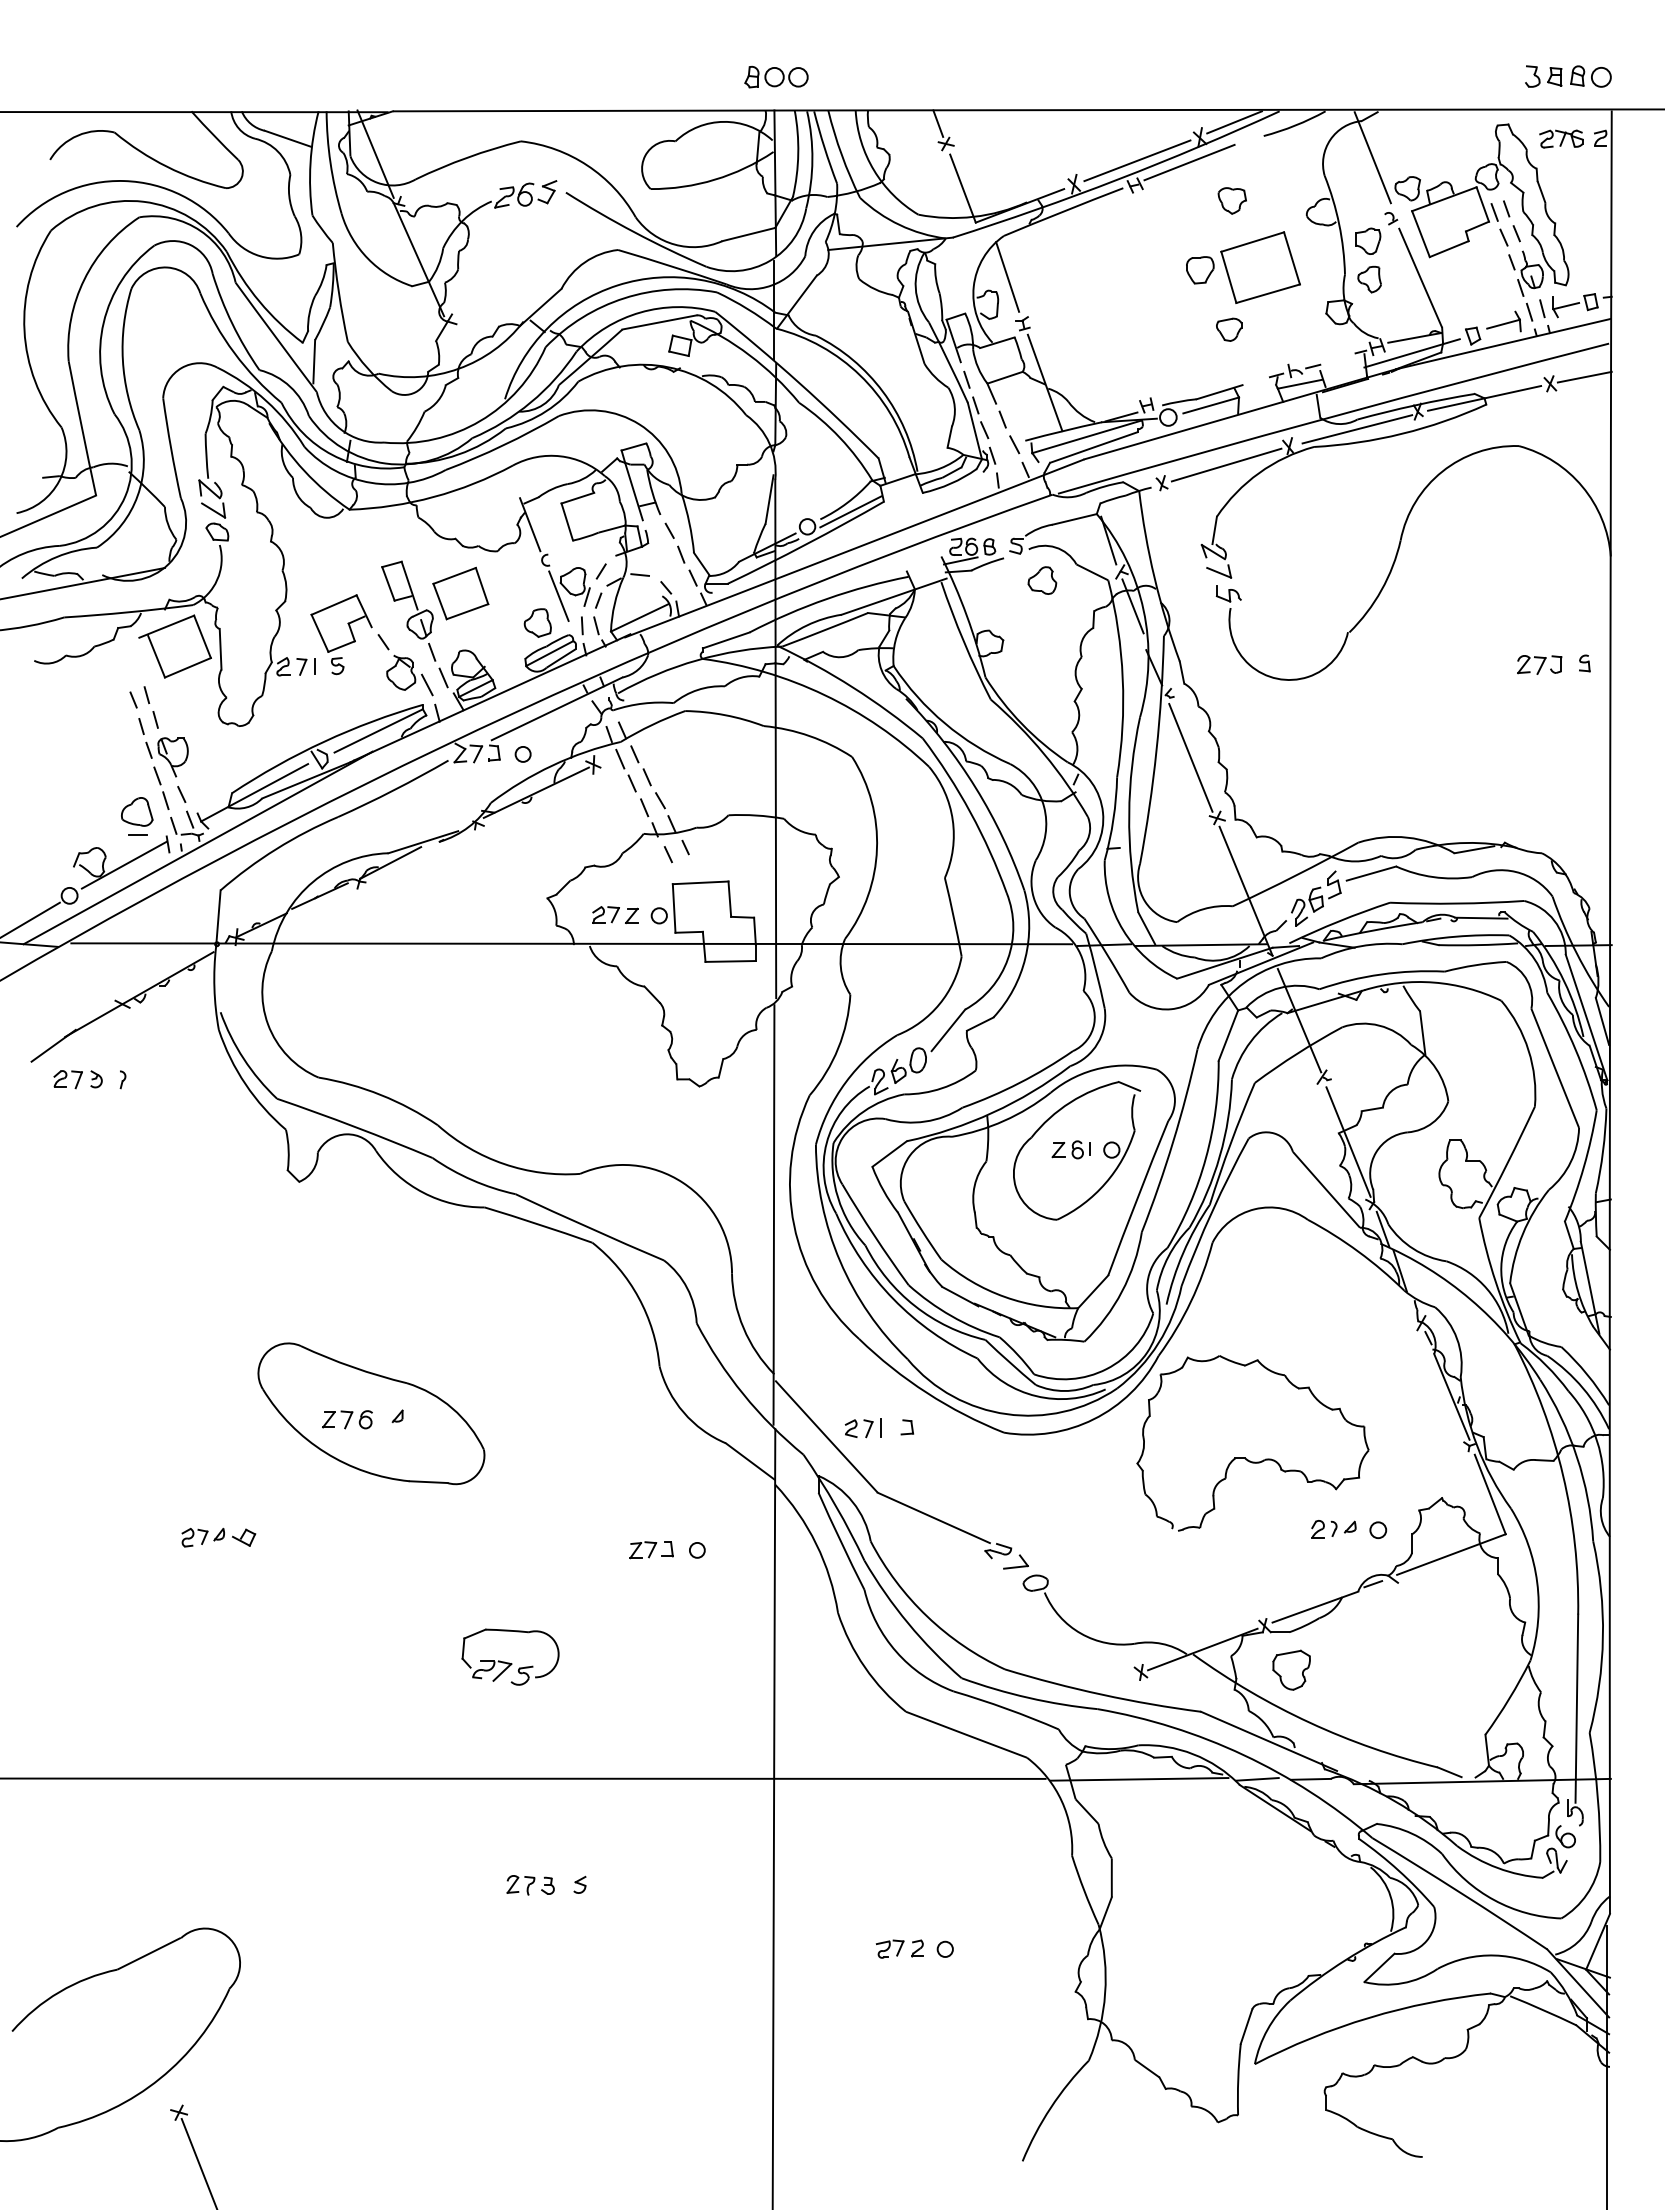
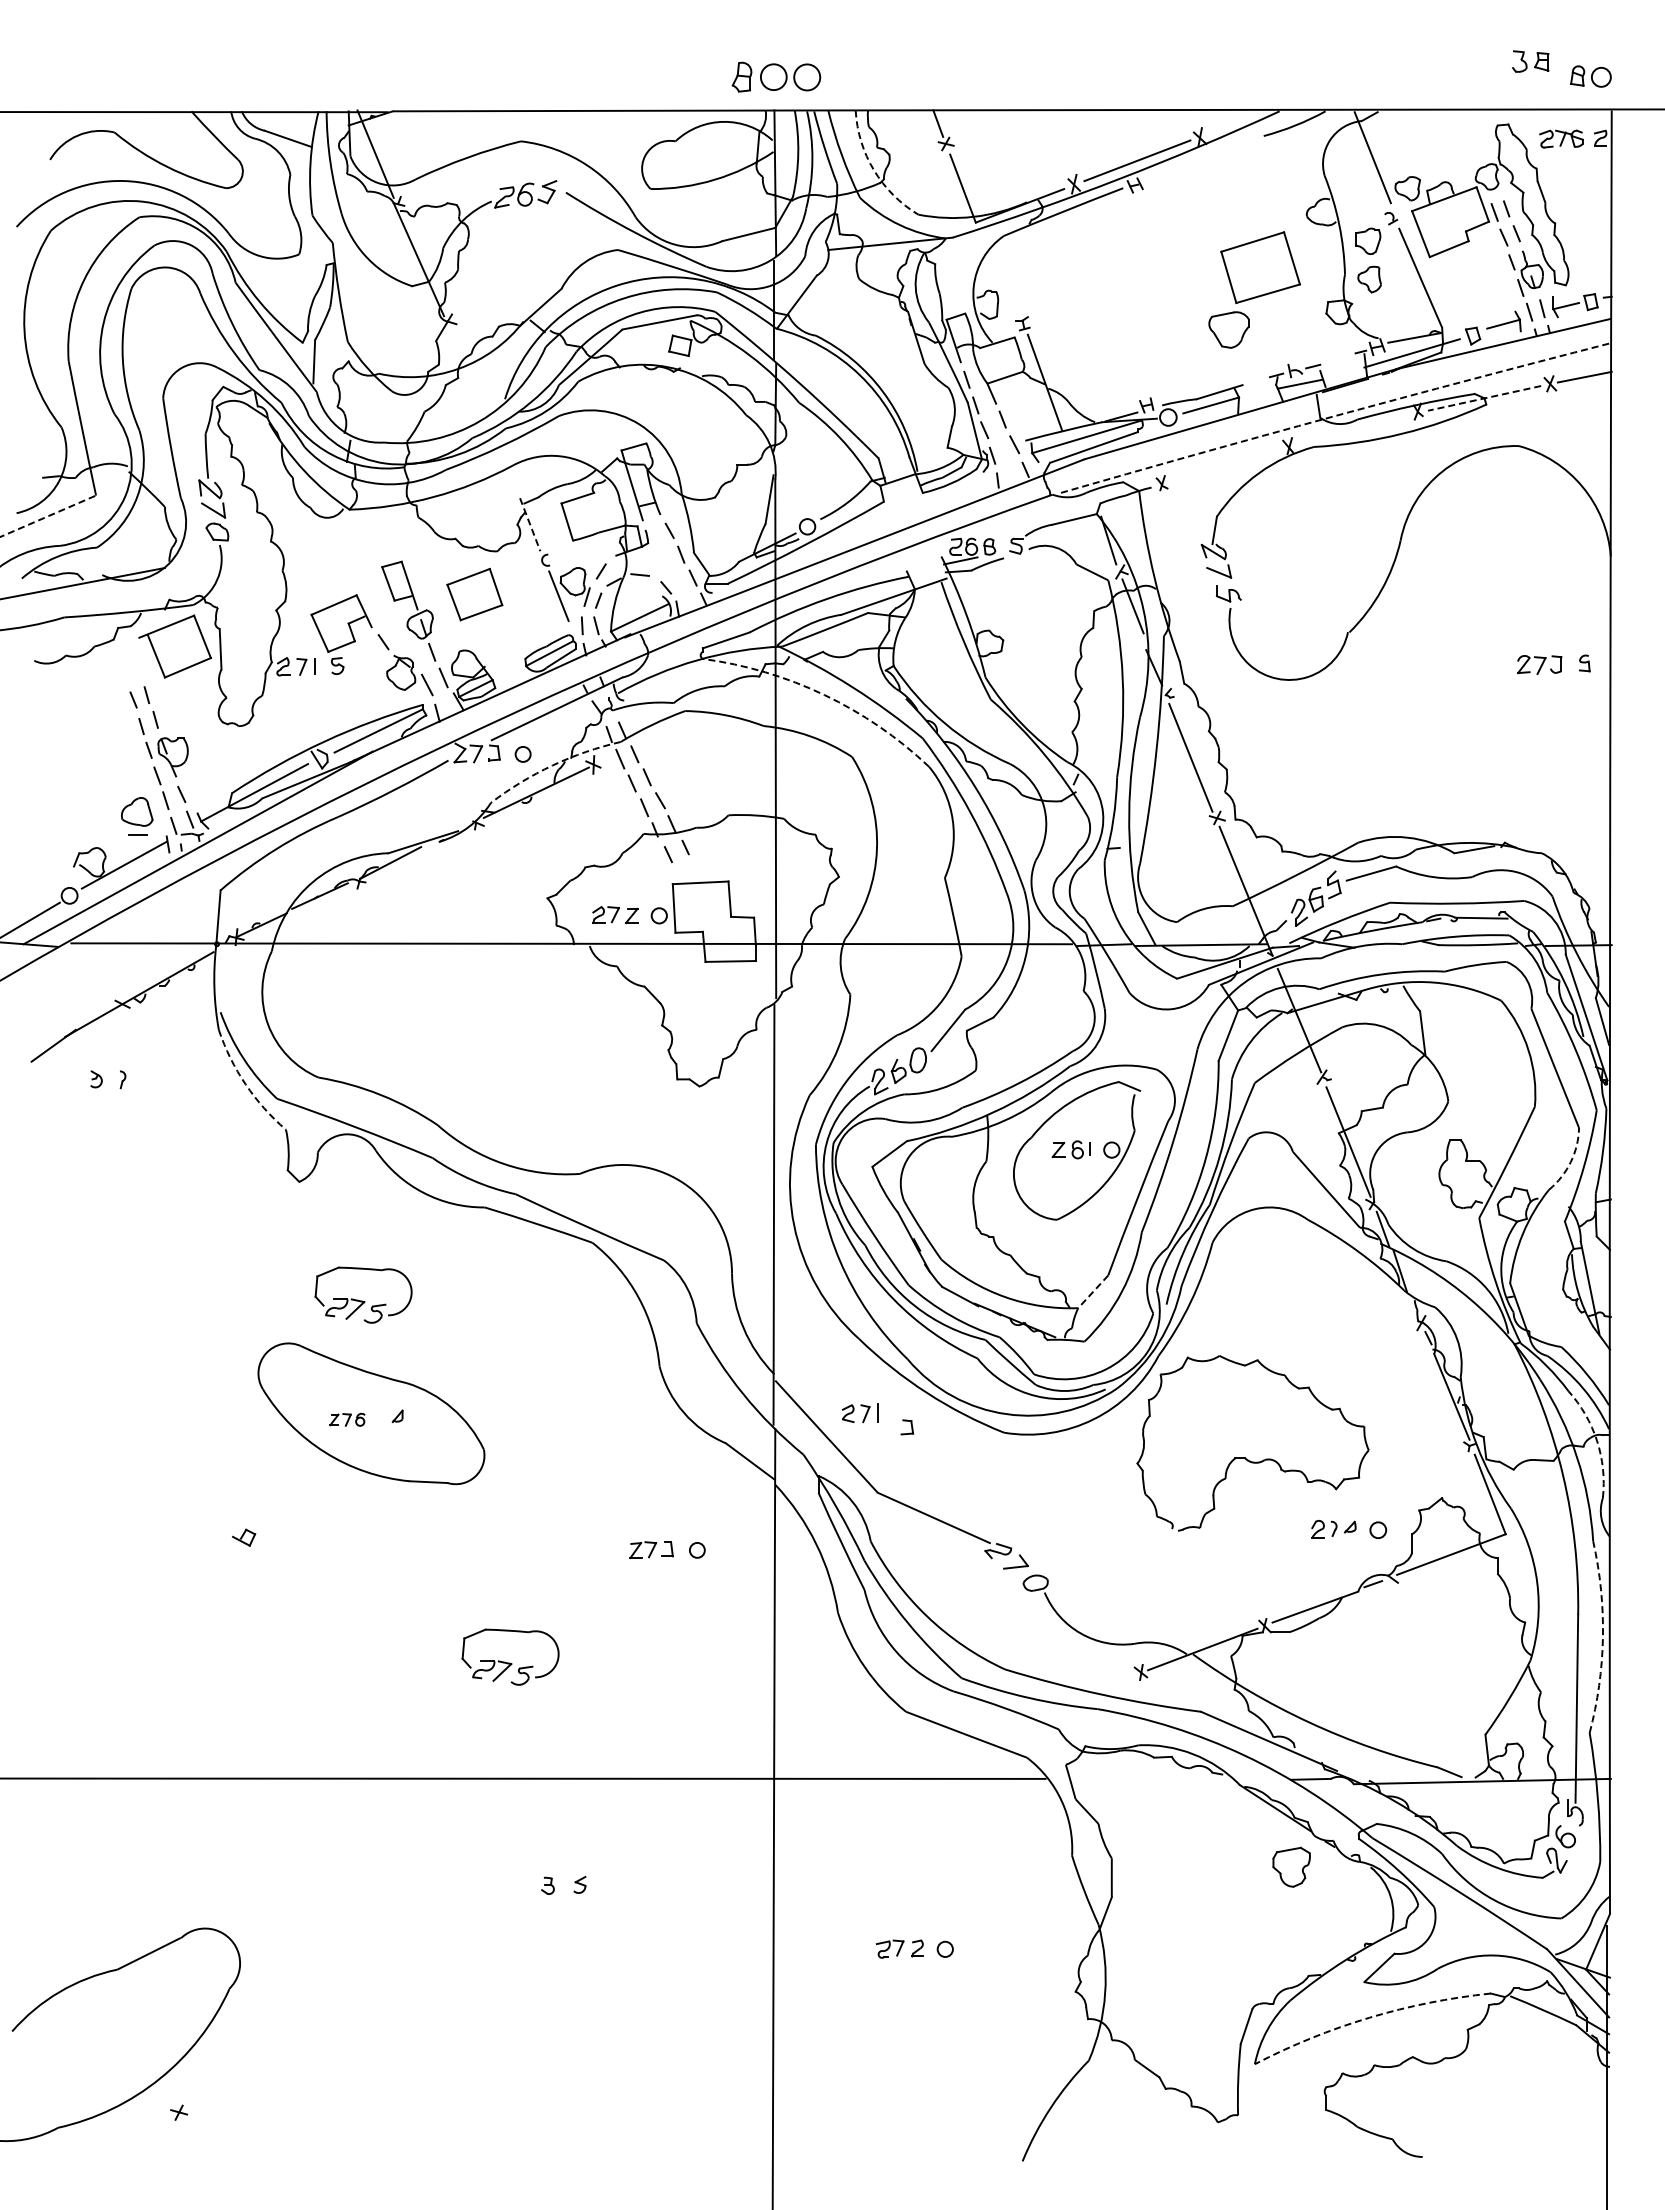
part at (776, 76) size: 65x24 px -> 91x32 px
part at (1543, 76) position: (1543, 76) -> (1530, 61)
line at (1234, 122): present -> none
line at (1189, 162): present -> none
arc at (874, 170): solid -> dashed
part at (1231, 200): present -> none
part at (1200, 270): present -> none
line at (1007, 276): present -> none
part at (1229, 329) size: 27x25 px -> 42x38 px
line at (1484, 398): solid -> dashed
arc at (1332, 416): solid -> dashed
line at (1357, 429): present -> none
line at (1226, 464): present -> none
line at (850, 511): present -> none
line at (48, 516): solid -> dashed
line at (530, 525): solid -> dashed
part at (1042, 580): present -> none
part at (460, 593) position: (460, 593) -> (474, 594)
part at (537, 622): present -> none
arc at (824, 695): solid -> dashed
arc at (552, 765): solid -> dashed
part at (67, 1079): present -> none
arc at (245, 1084): solid -> dashed
arc at (1570, 1162): solid -> dashed
line at (1092, 1292): solid -> dashed
part at (362, 1300): none -> present
part at (347, 1419) size: 51x20 px -> 37x15 px
part at (862, 1428) position: (862, 1428) -> (859, 1413)
arc at (1597, 1440): solid -> dashed
part at (202, 1537): present -> none
arc at (1602, 1637): solid -> dashed
part at (1291, 1669) position: (1291, 1669) -> (1291, 1866)
line at (1139, 1779): present -> none
line at (1257, 1779): present -> none
part at (520, 1885): present -> none
arc at (1369, 2017): solid -> dashed
line at (198, 2162): present -> none
